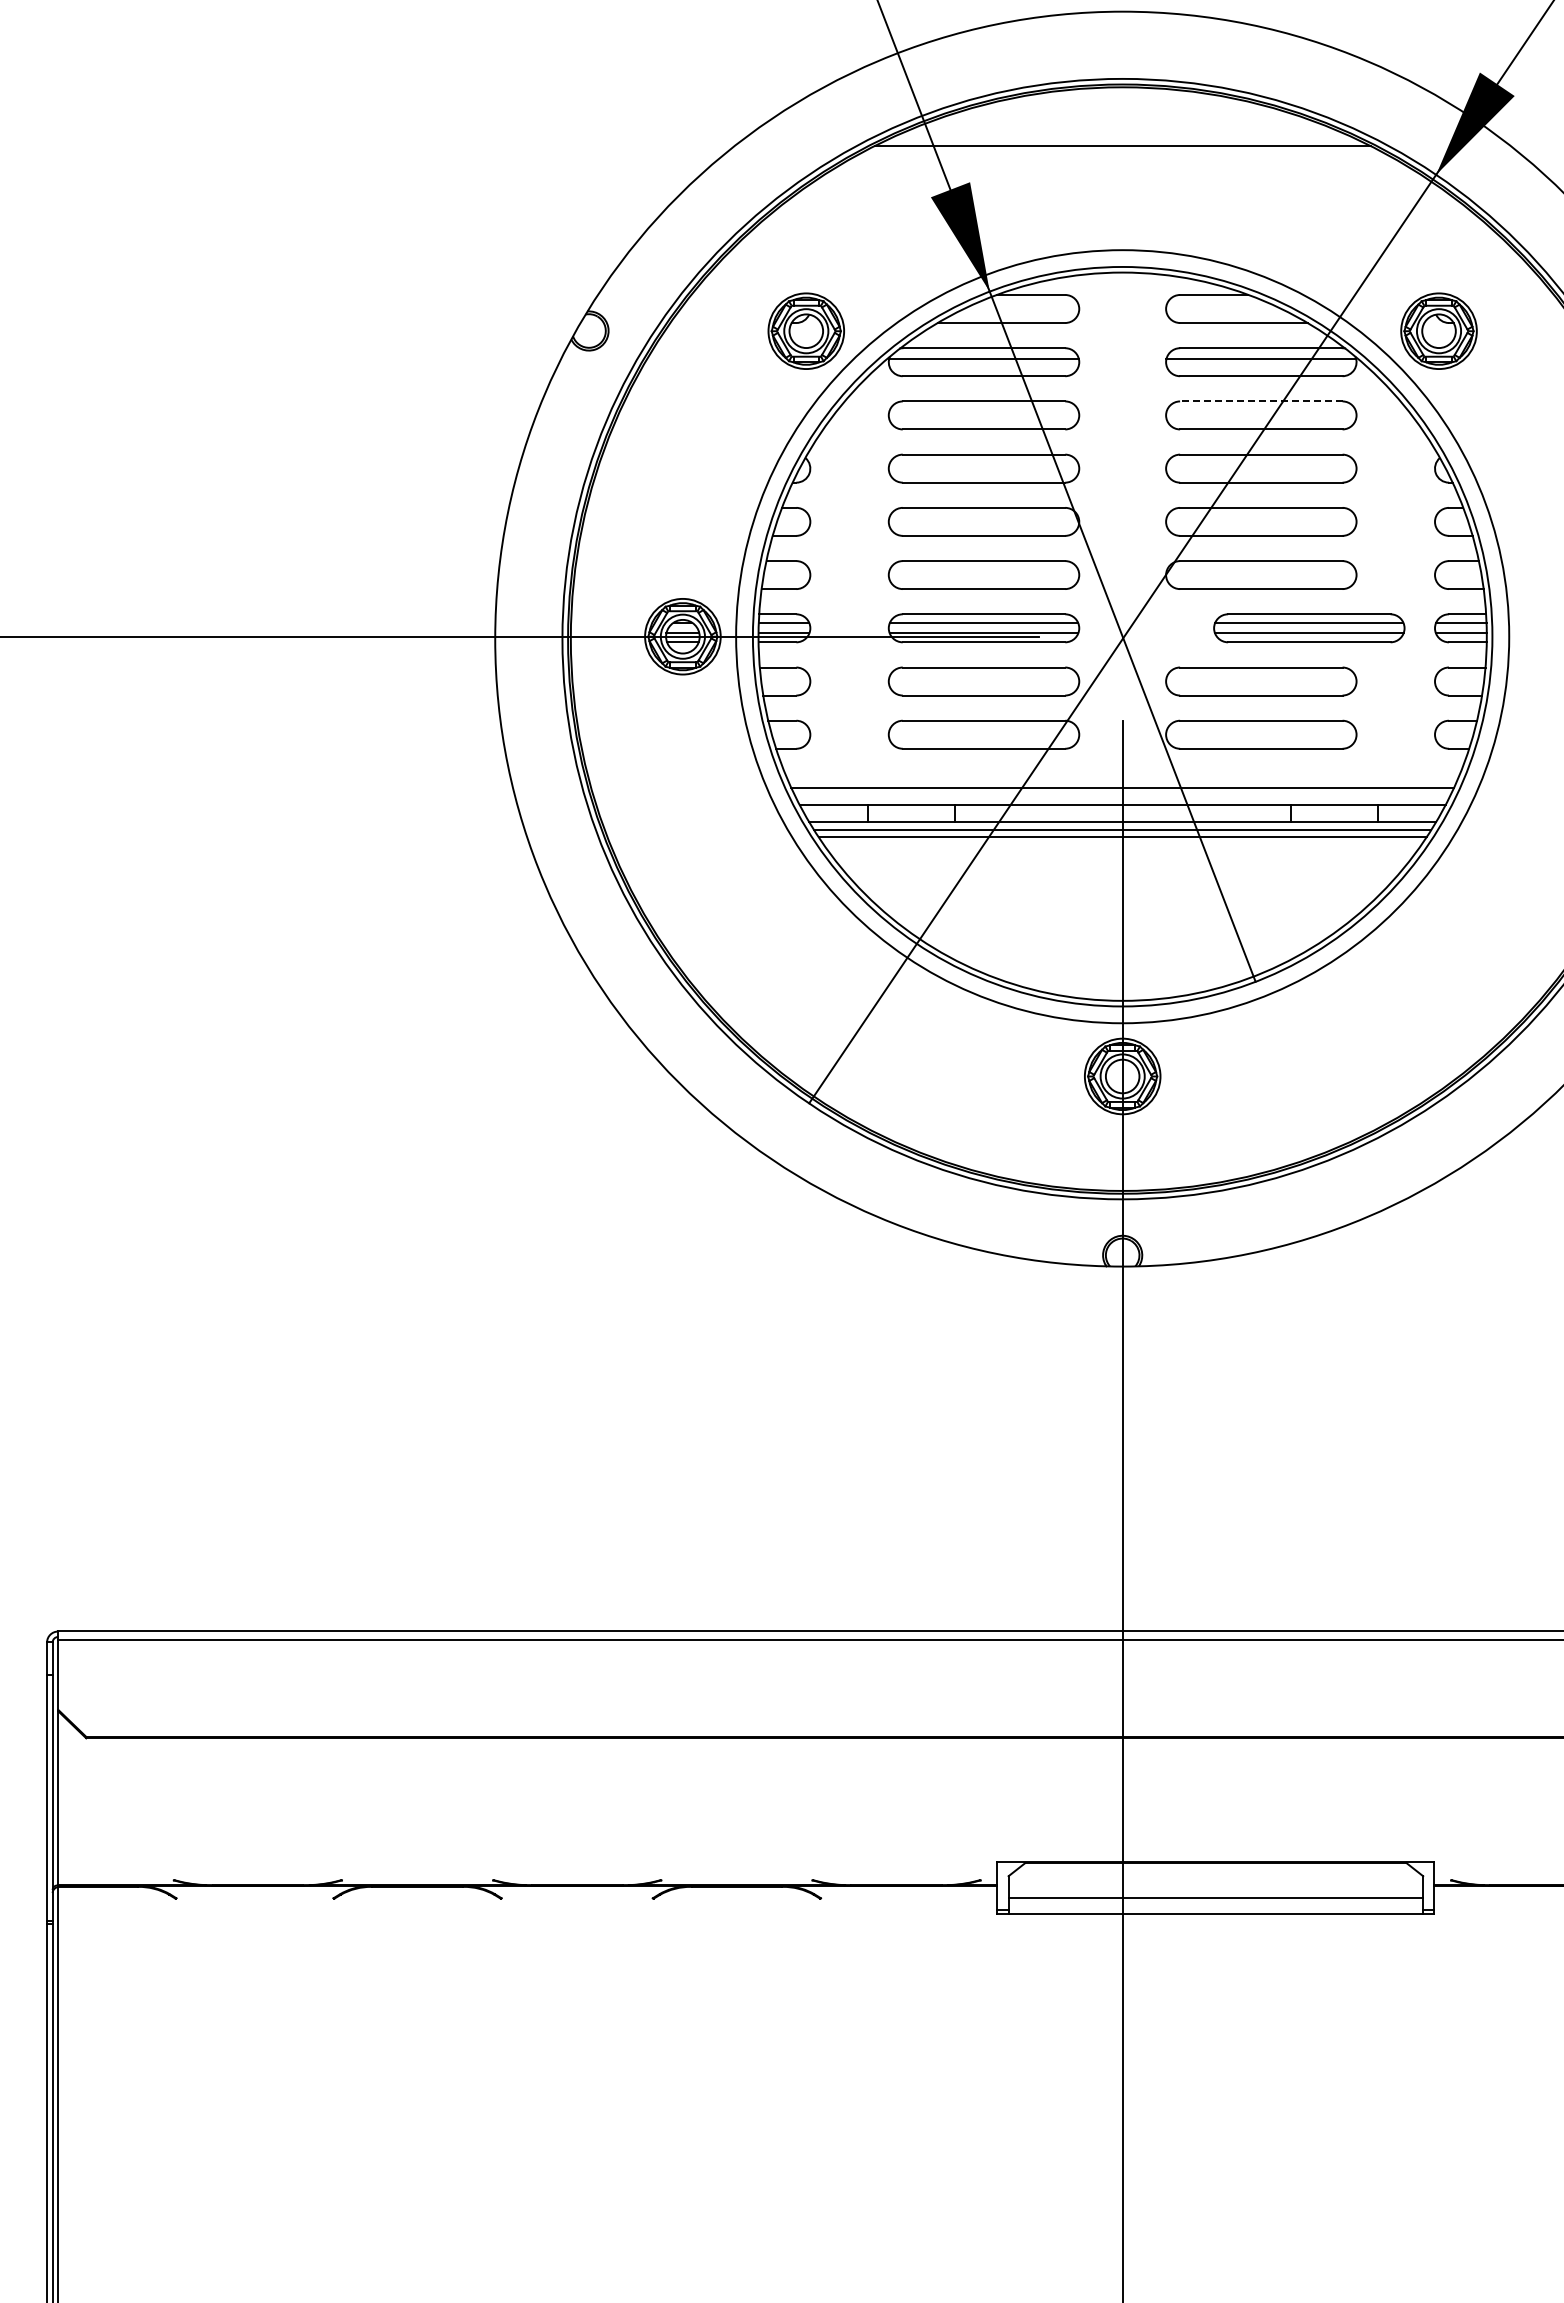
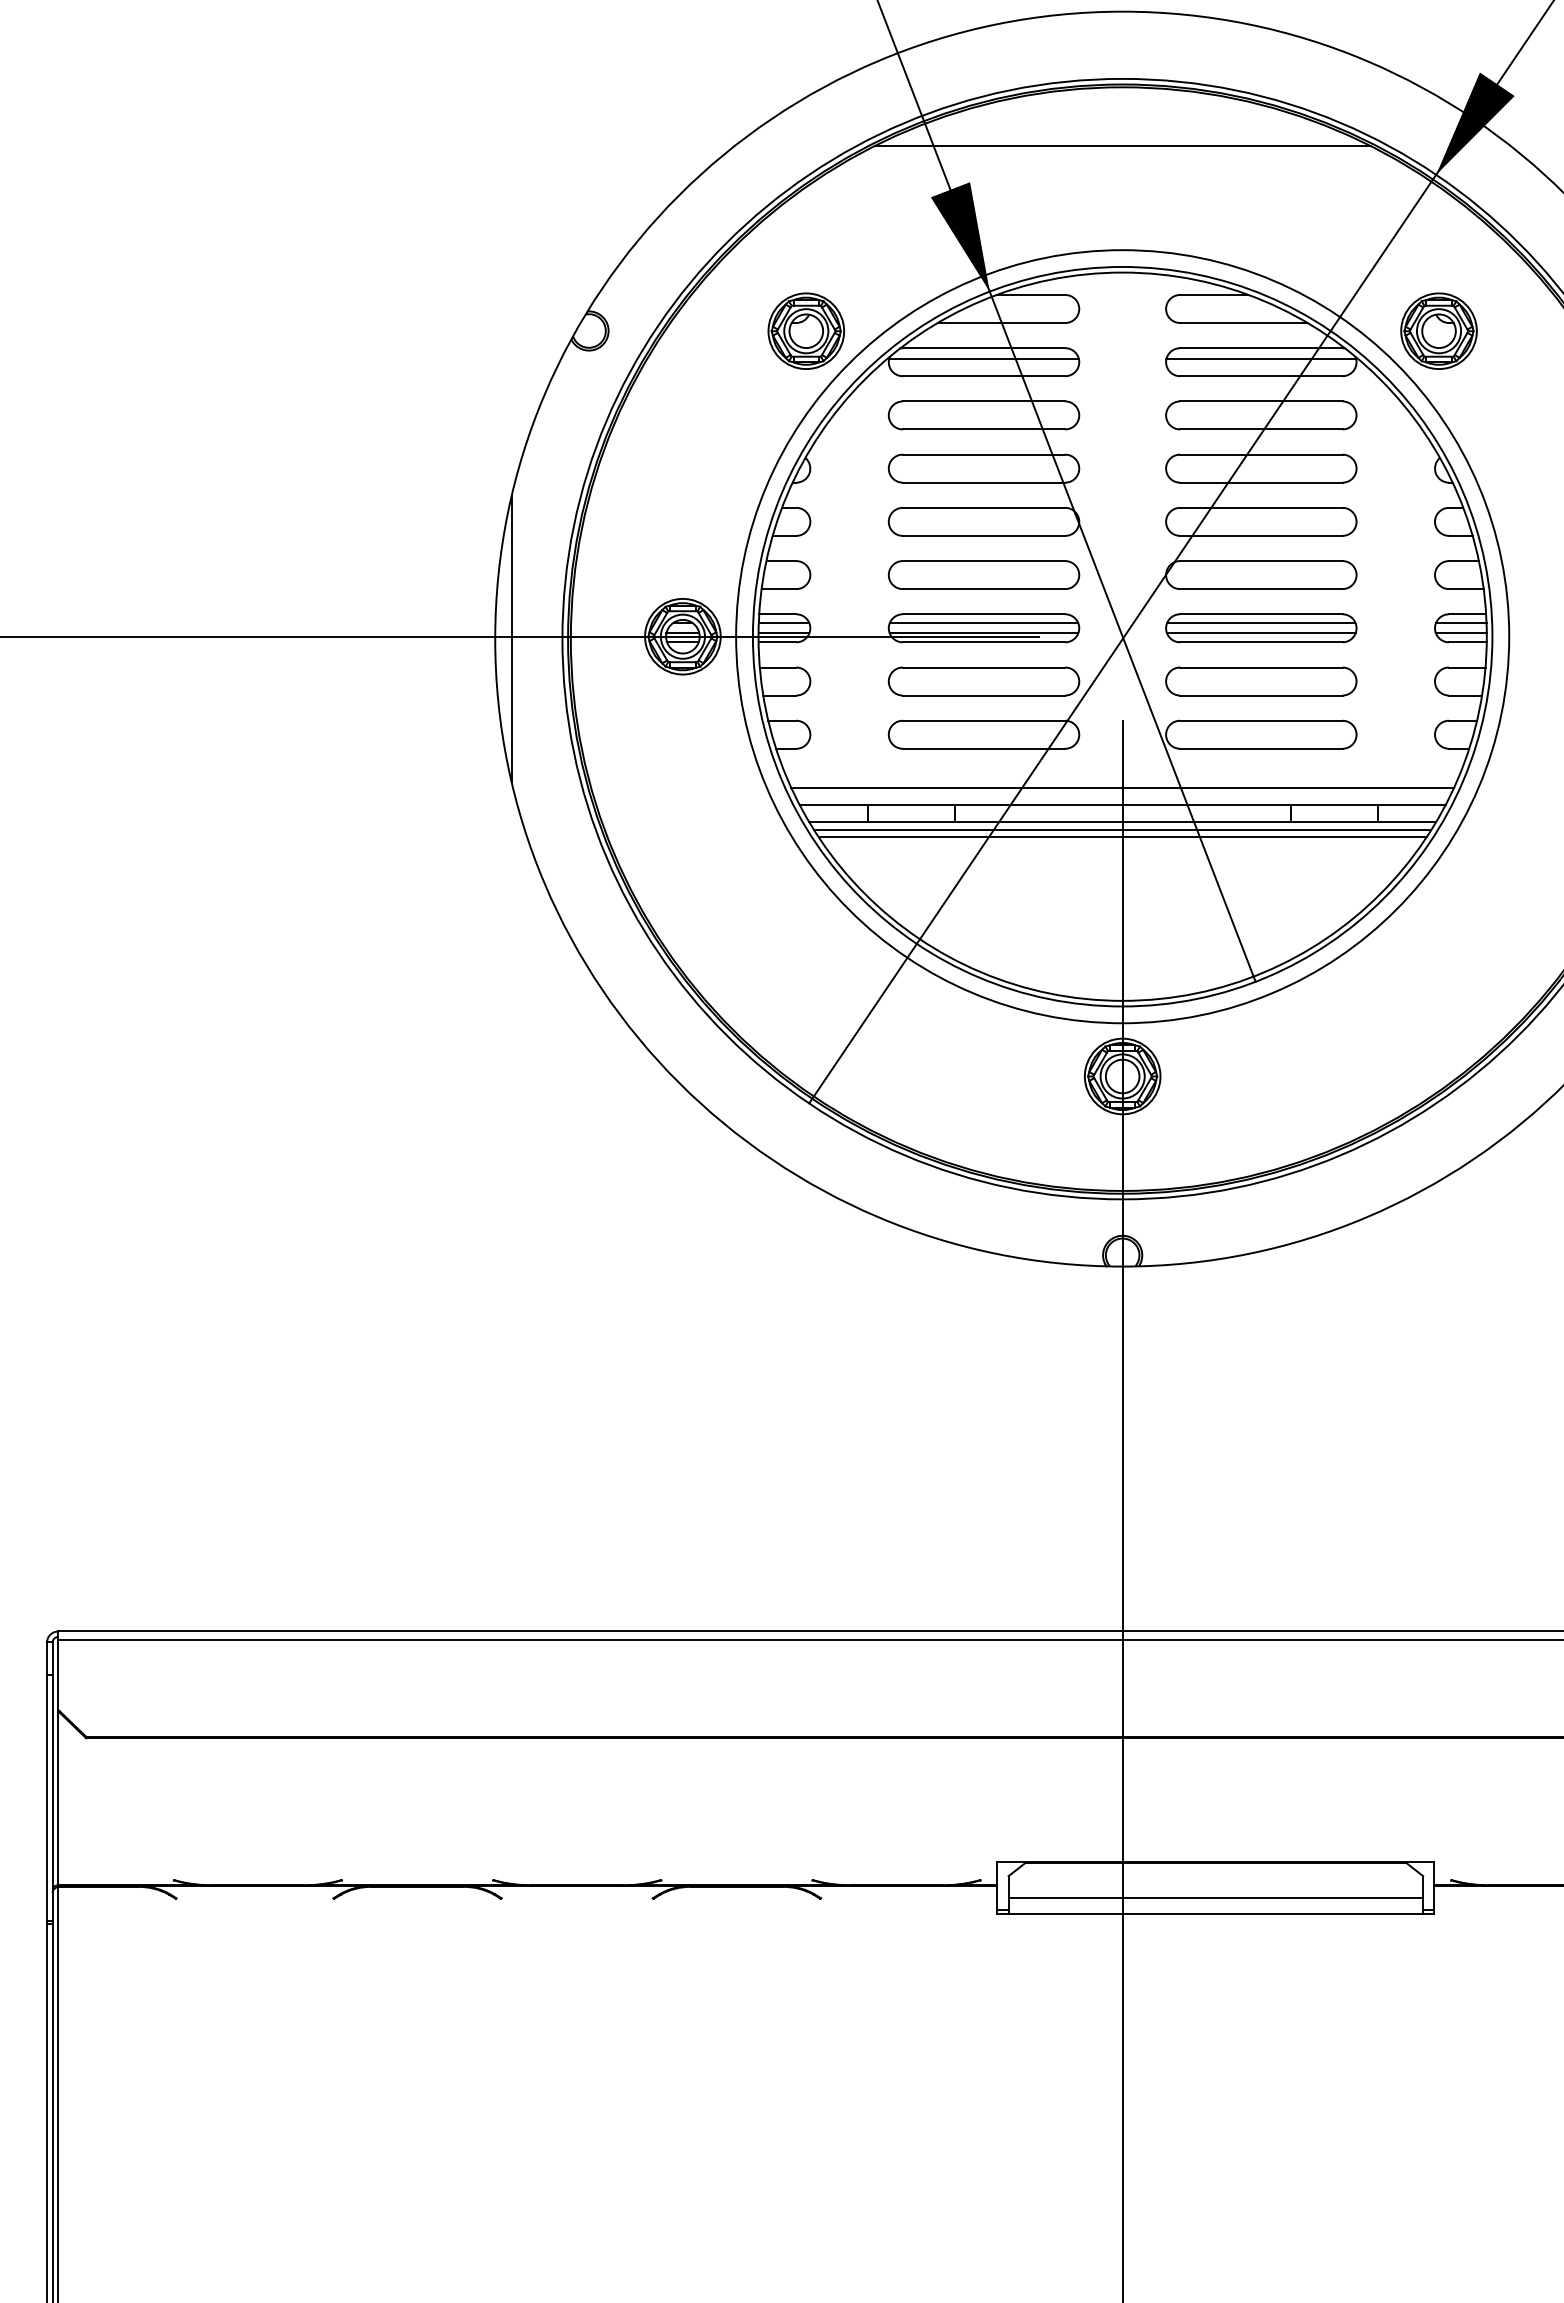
line at (1260, 401): dashed -> solid
part at (1309, 628) position: (1309, 628) -> (1261, 628)
line at (512, 638): none -> present
